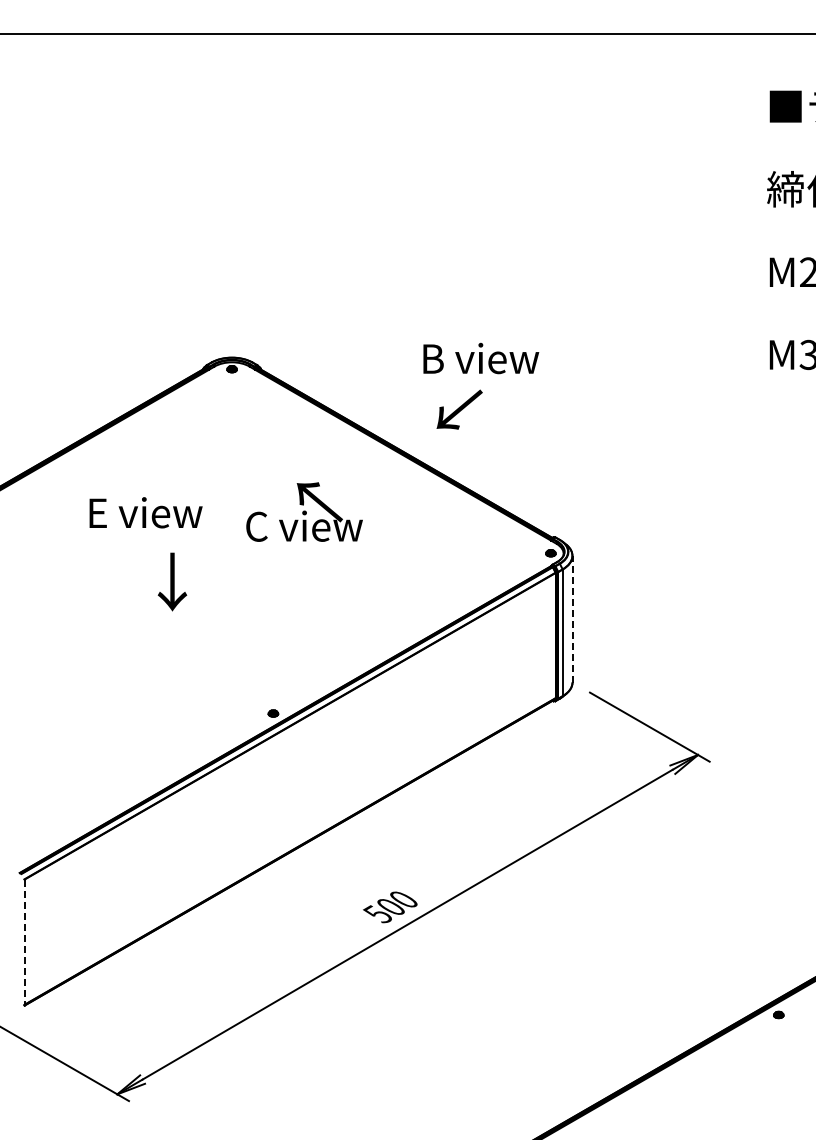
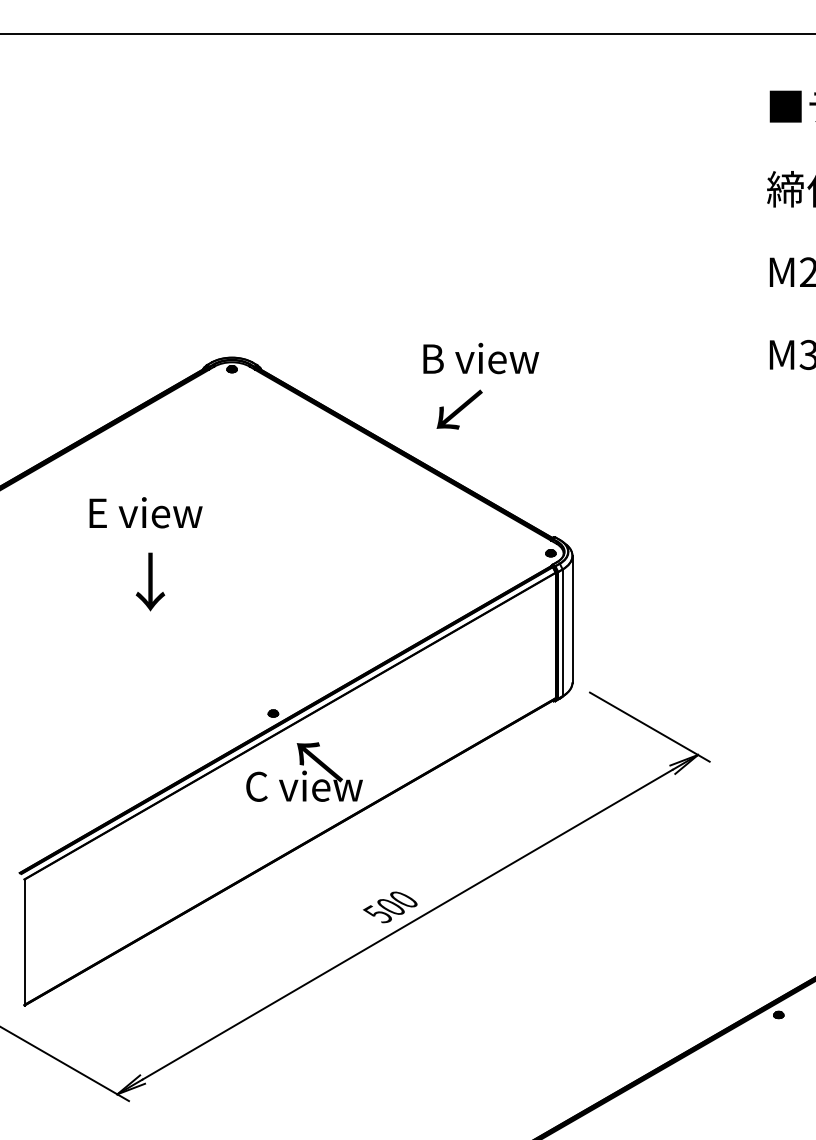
text at (304, 511) position: (304, 511) -> (304, 771)
text at (172, 581) position: (172, 581) -> (150, 581)
line at (572, 618): dashed -> solid
line at (24, 943): dashed -> solid
